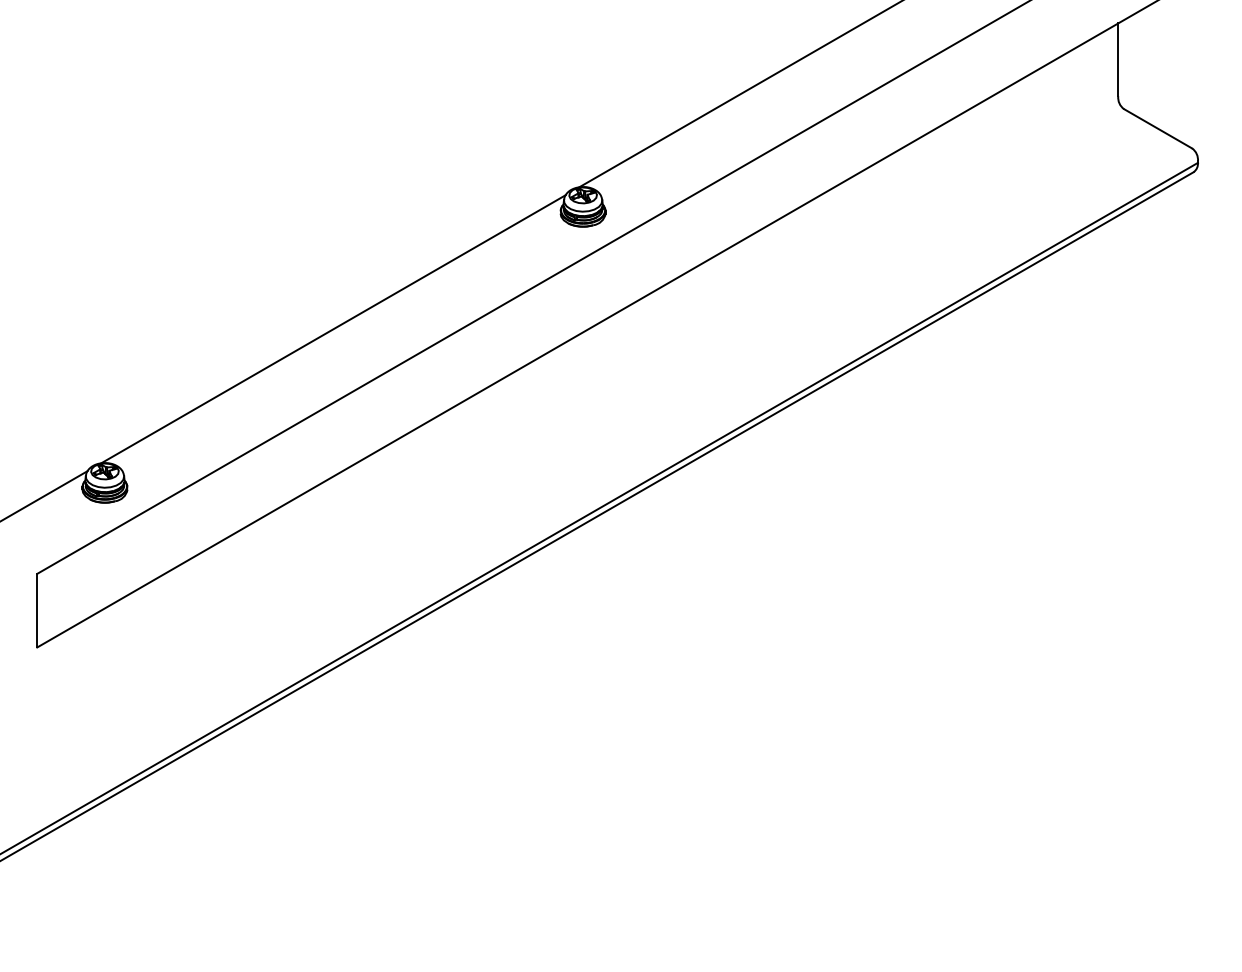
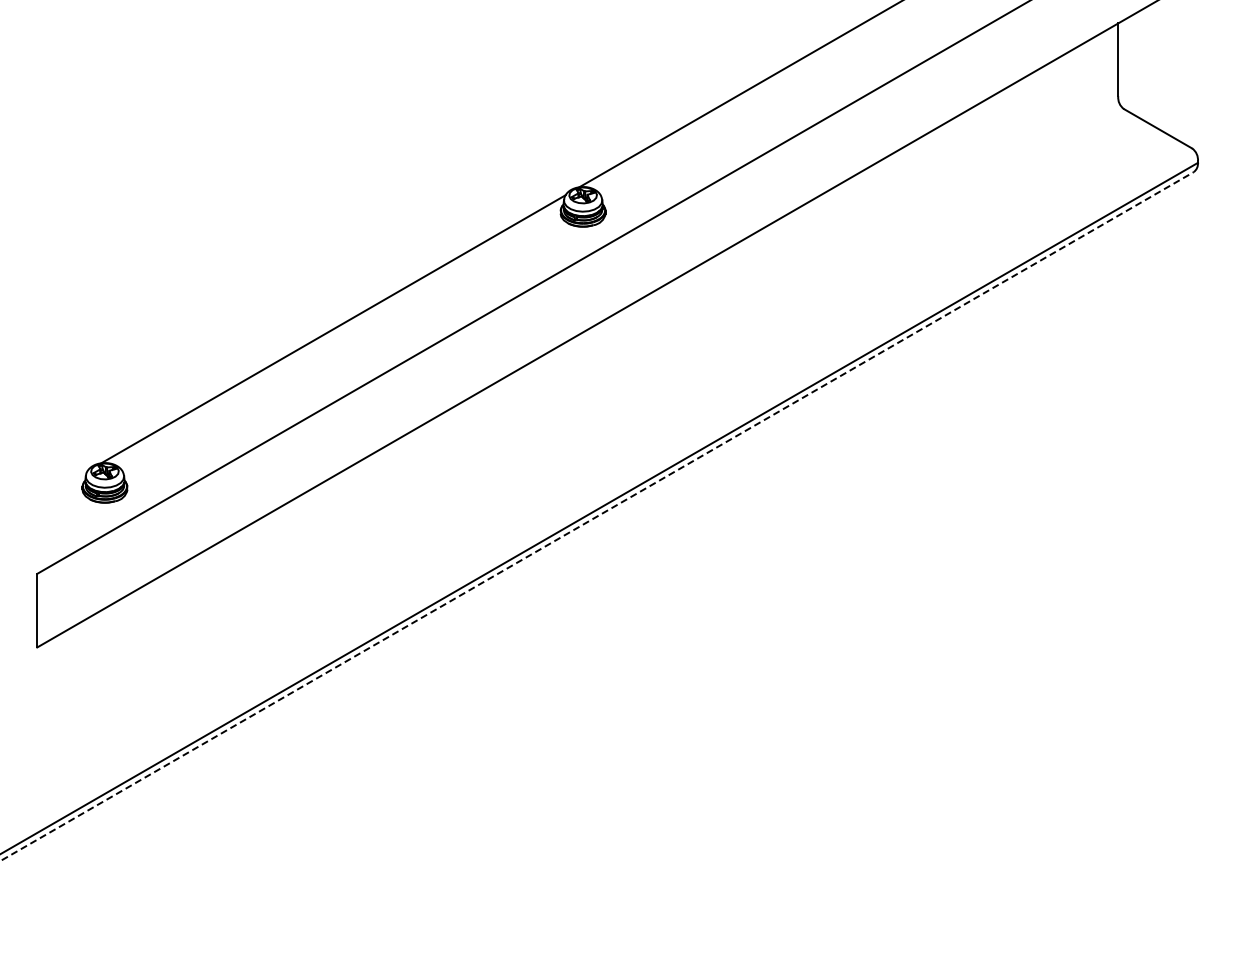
line at (44, 495): present -> none
line at (597, 516): solid -> dashed
